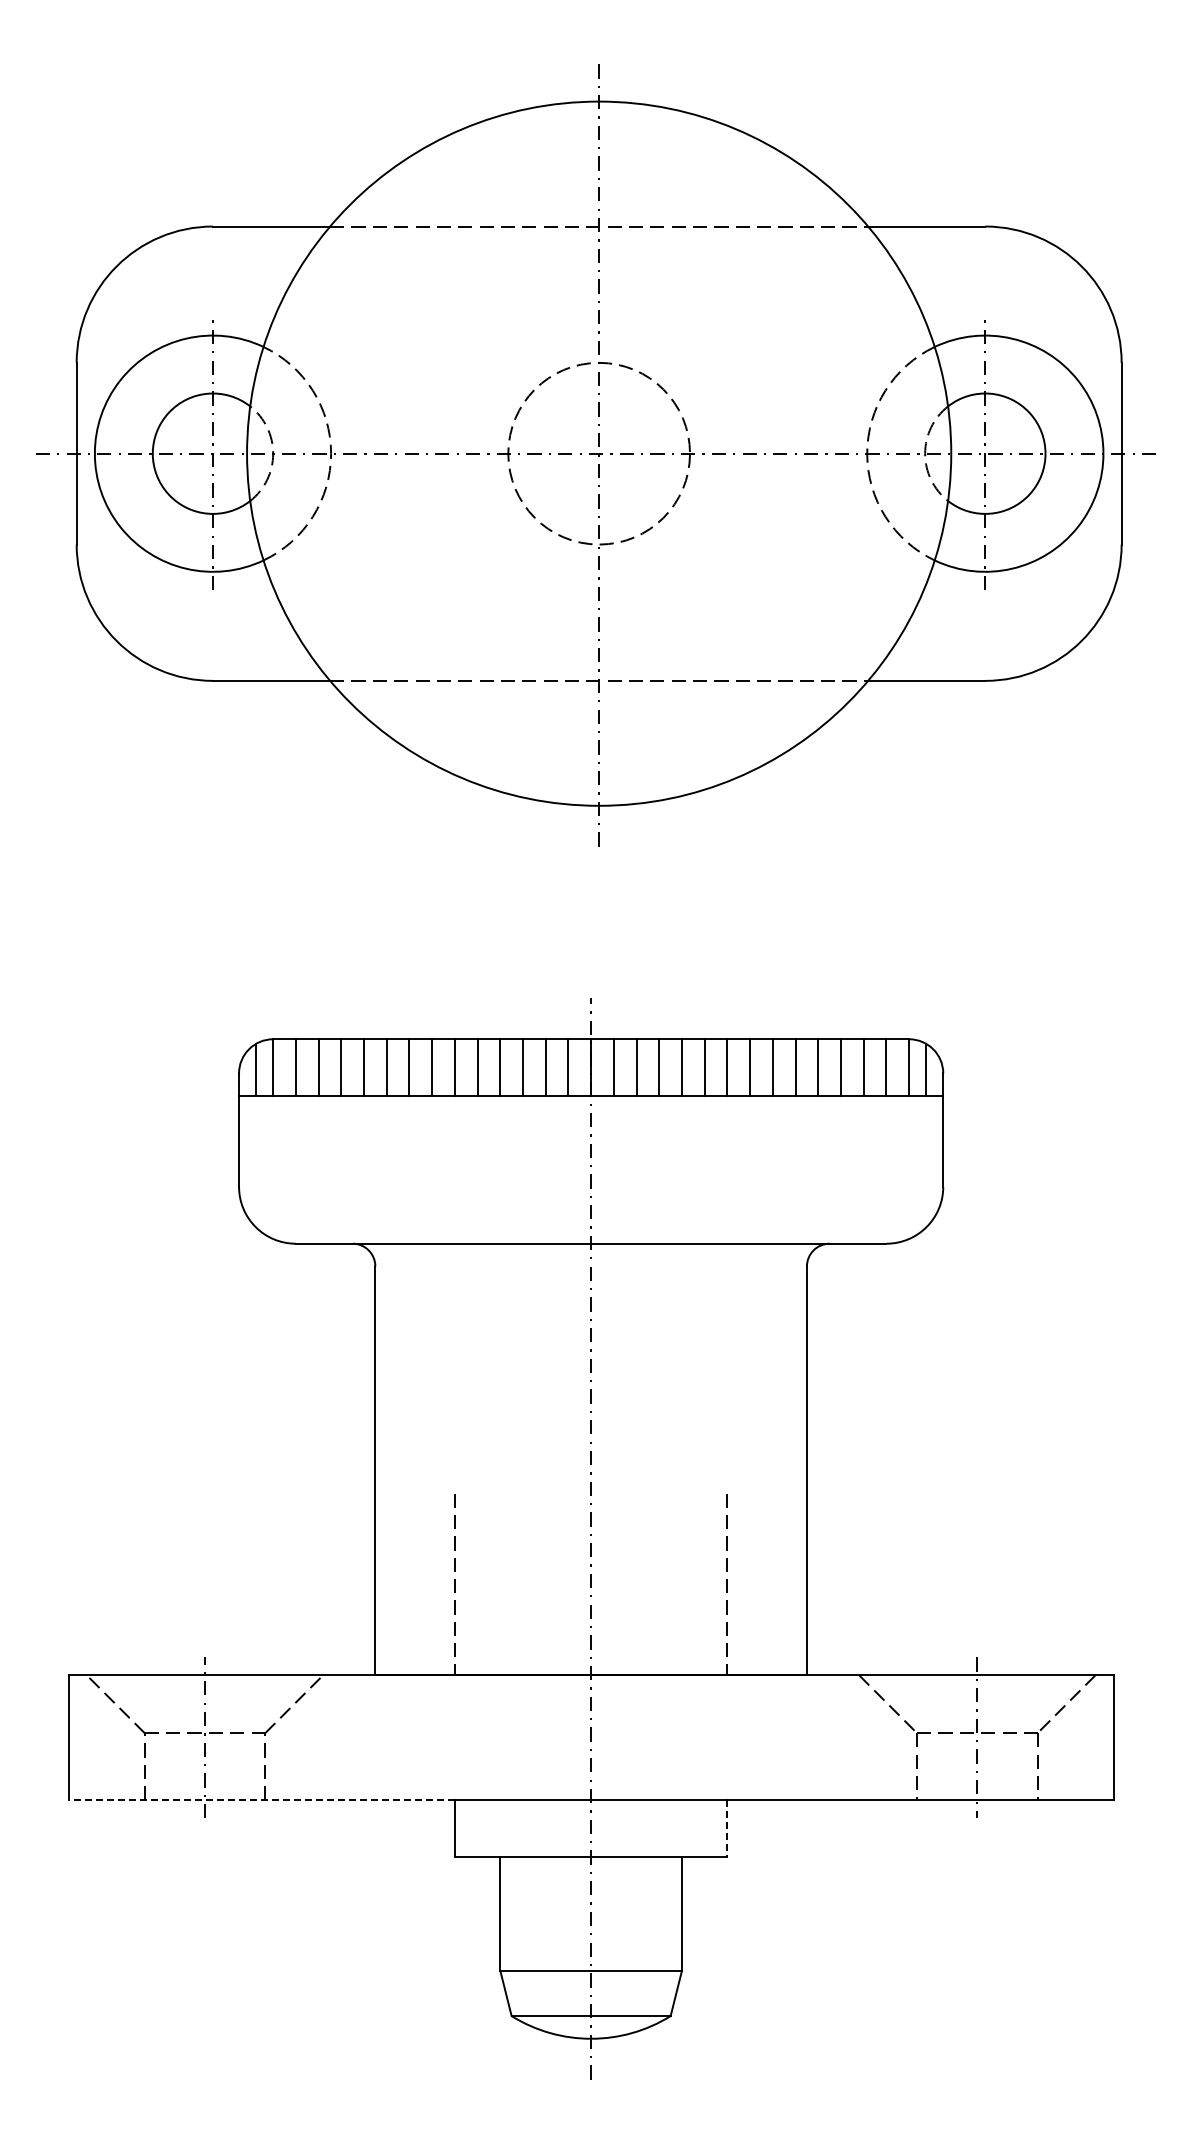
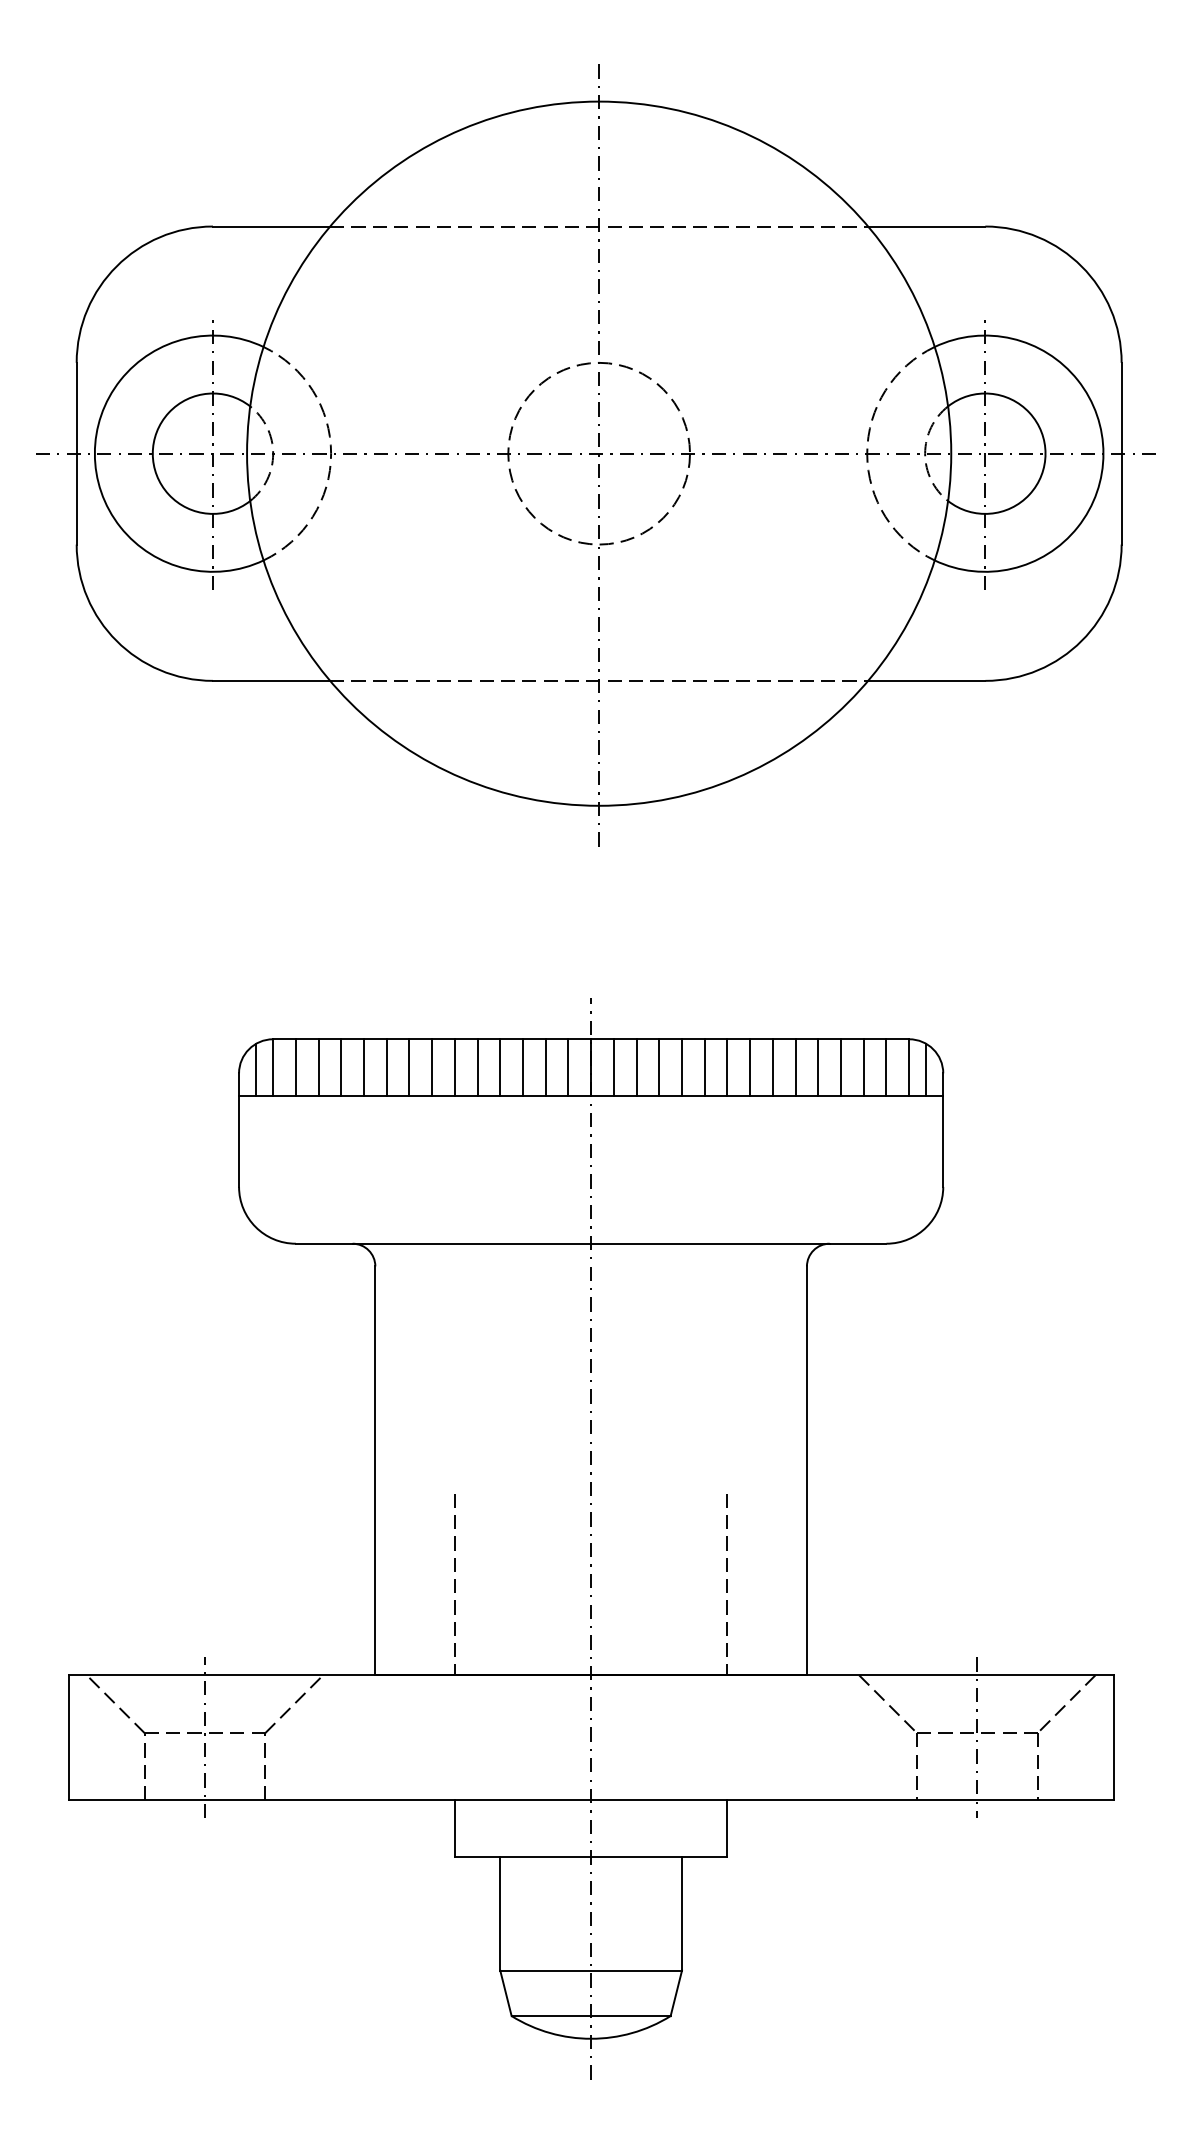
line at (261, 1800): dashed -> solid
line at (727, 1829): dashed -> solid
